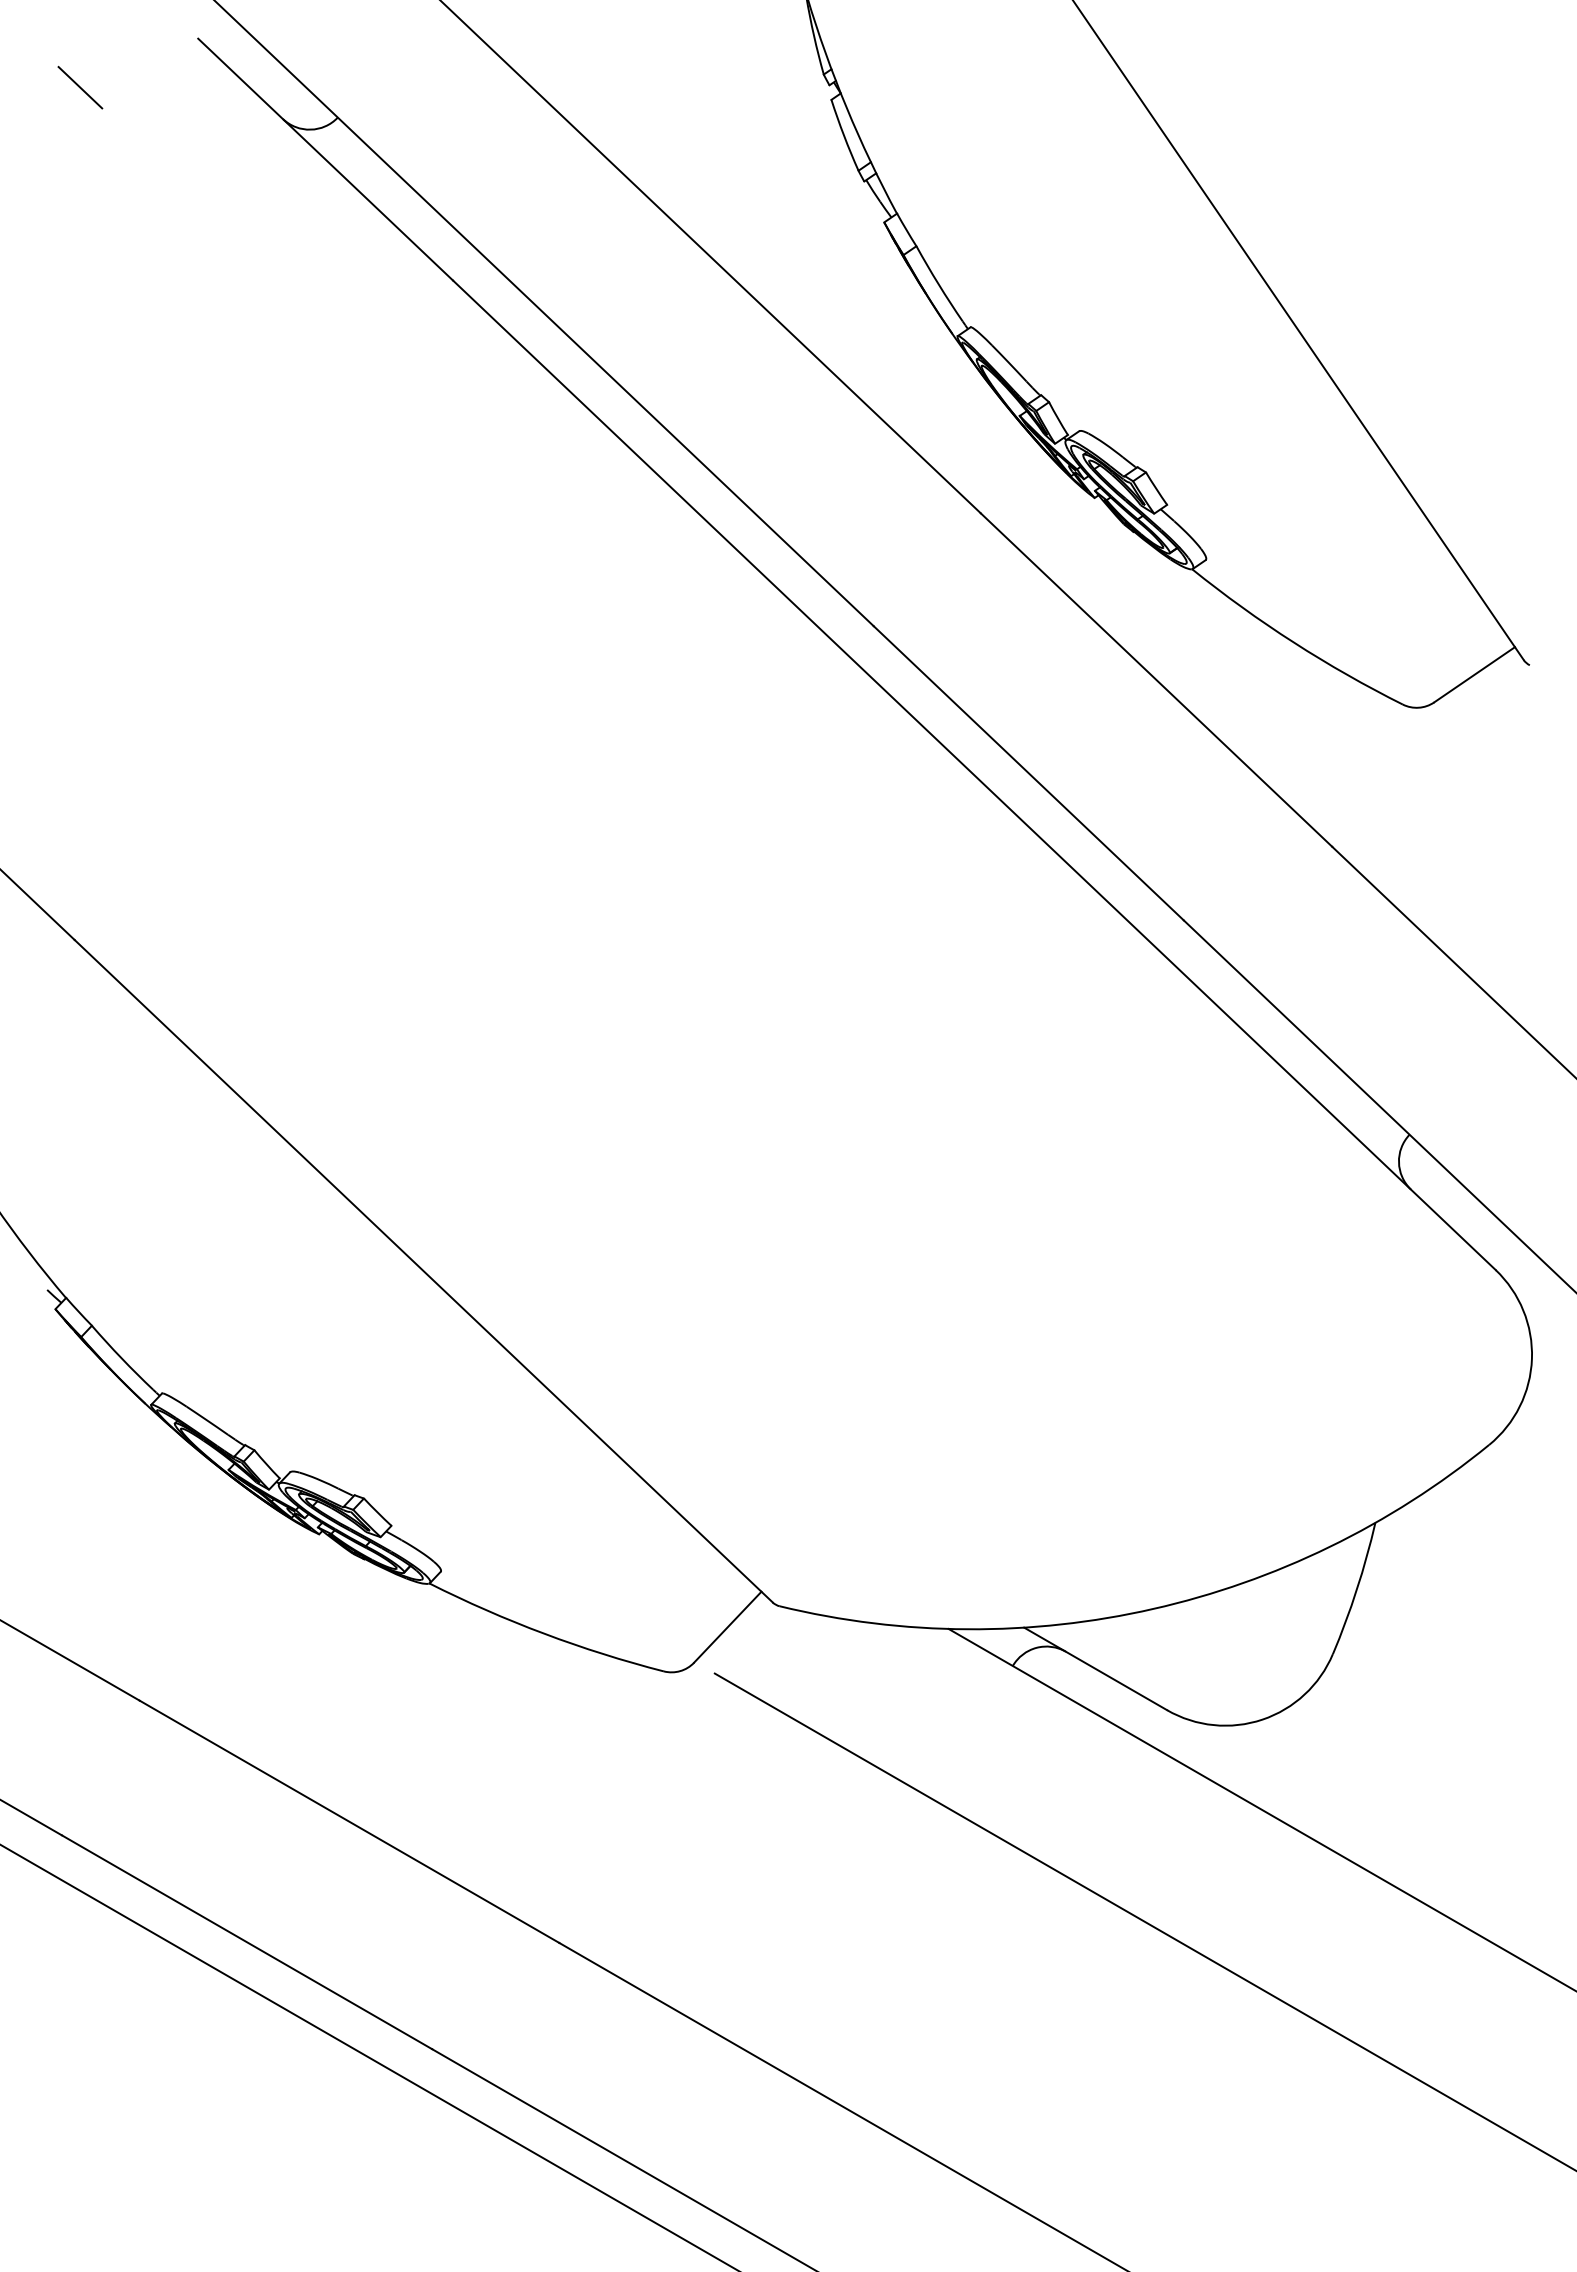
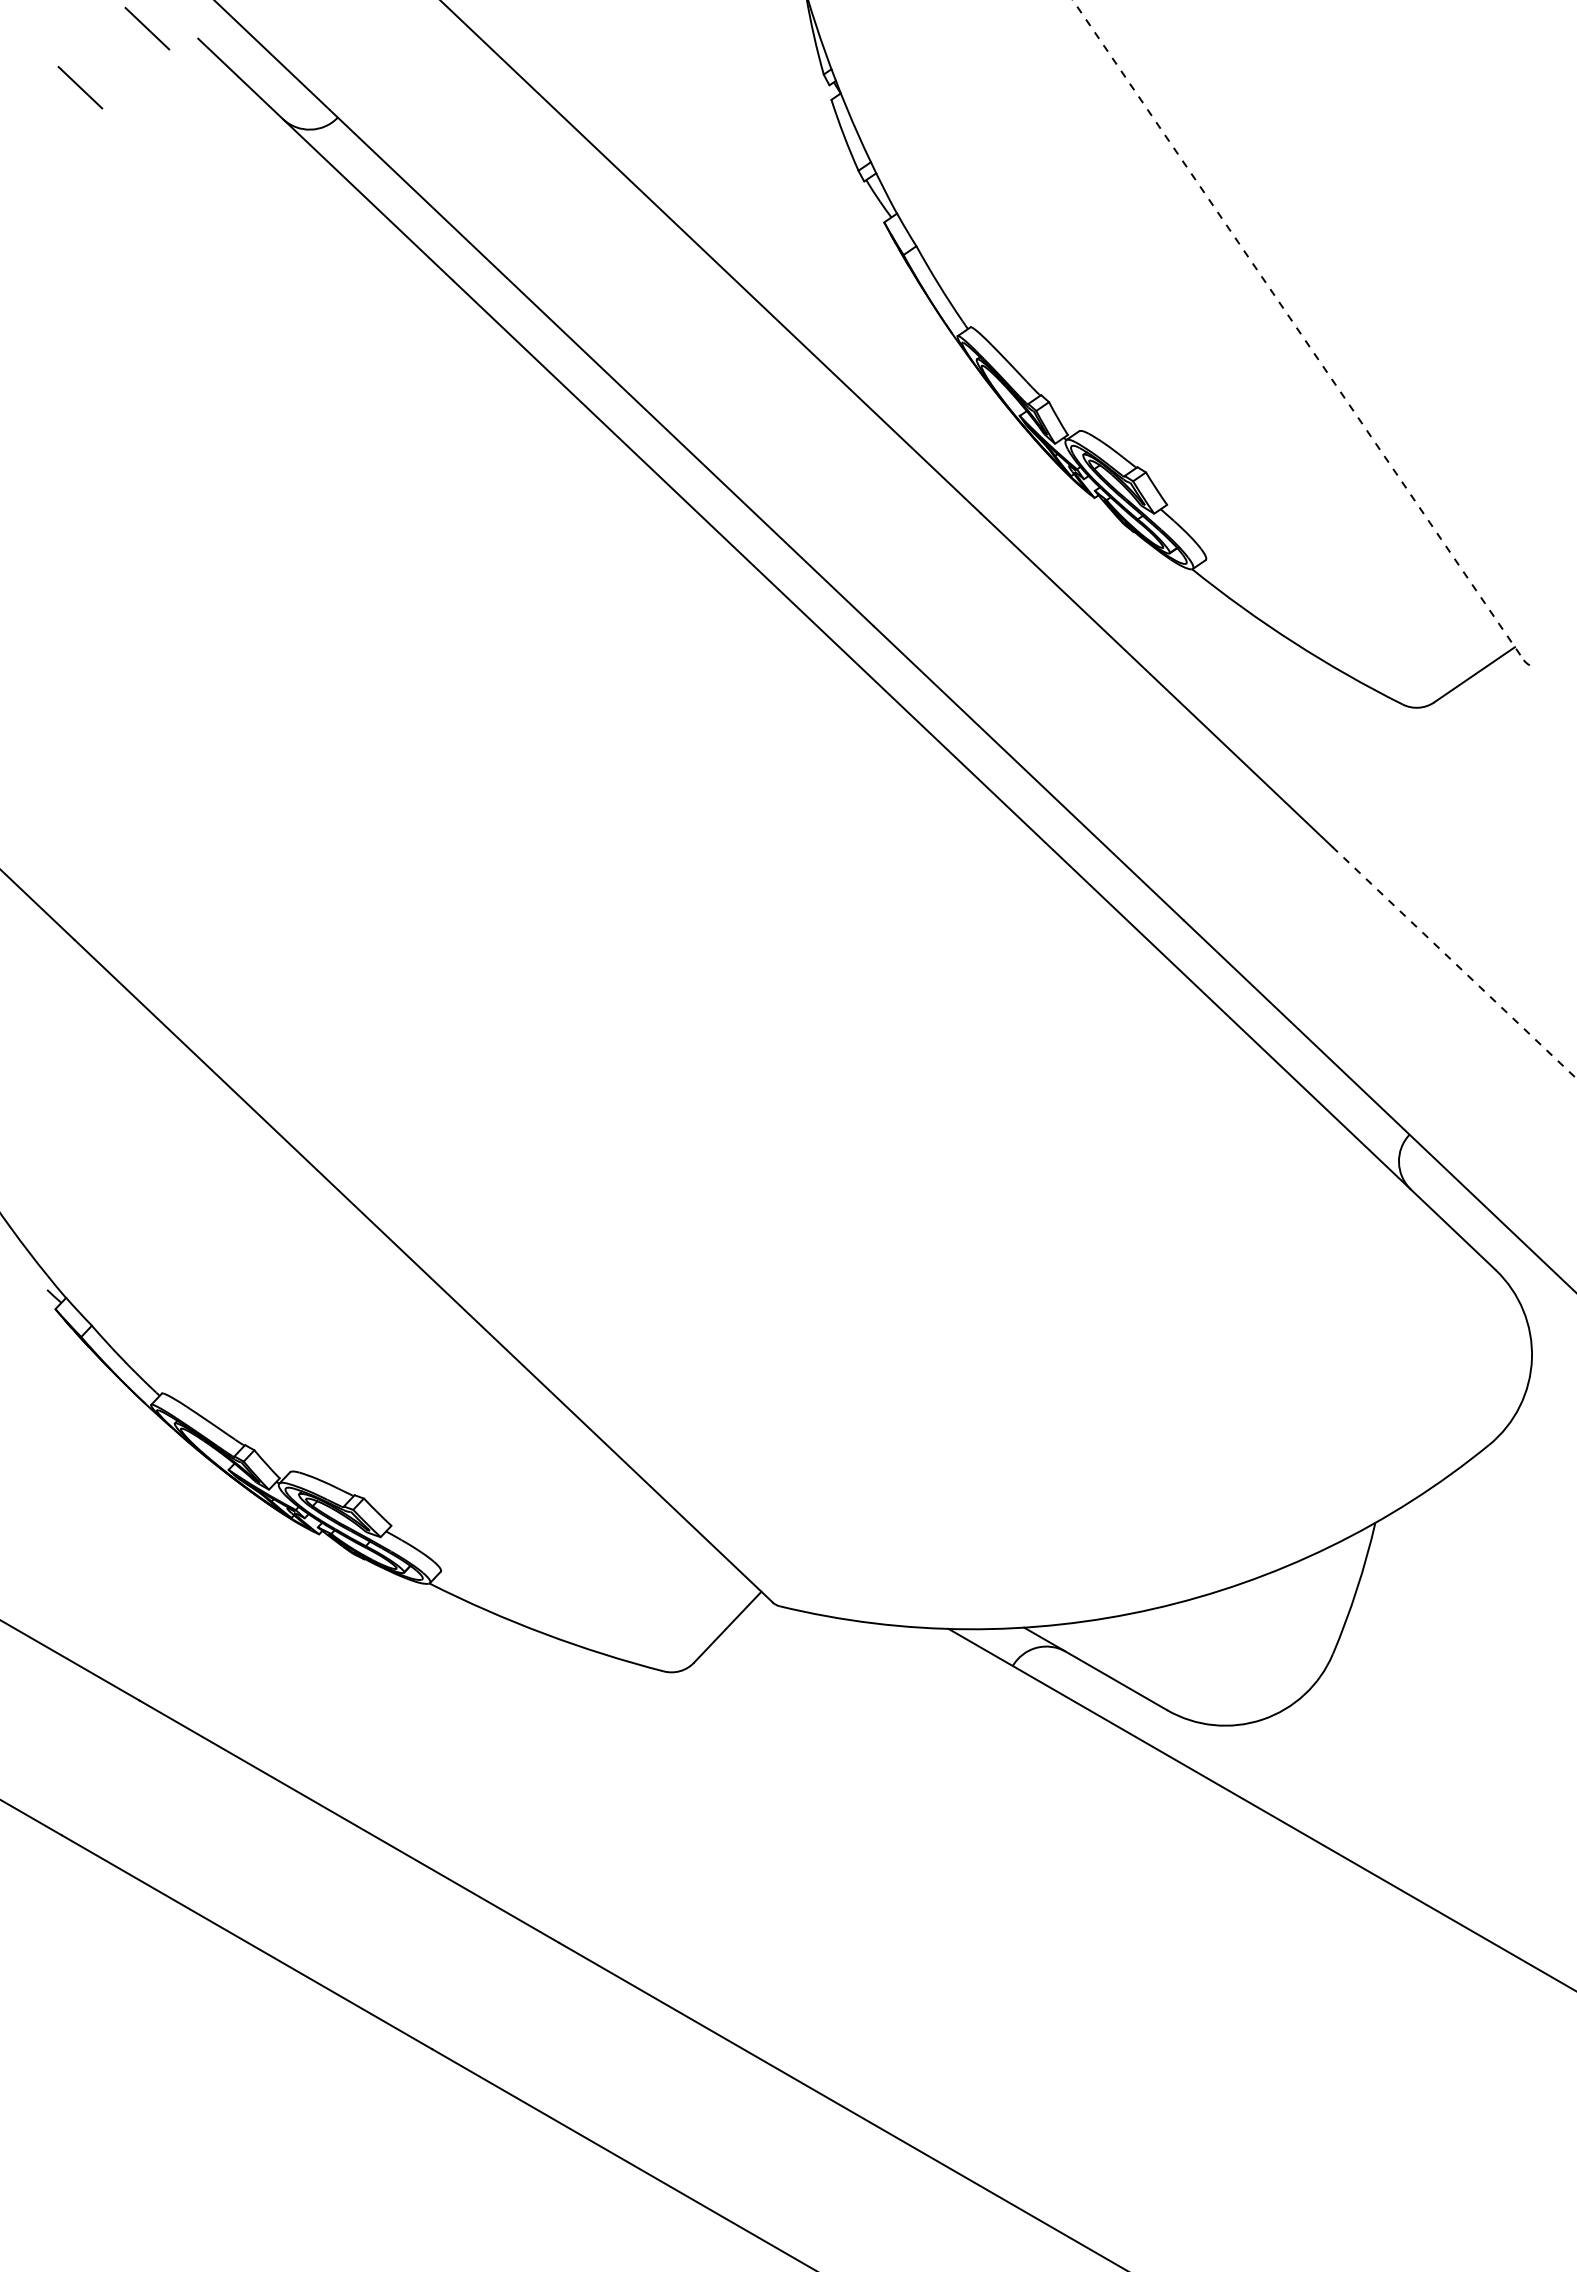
line at (147, 28): none -> present
line at (1298, 330): solid -> dashed
line at (1454, 963): solid -> dashed
line at (1143, 1921): present -> none
line at (368, 2057): present -> none
